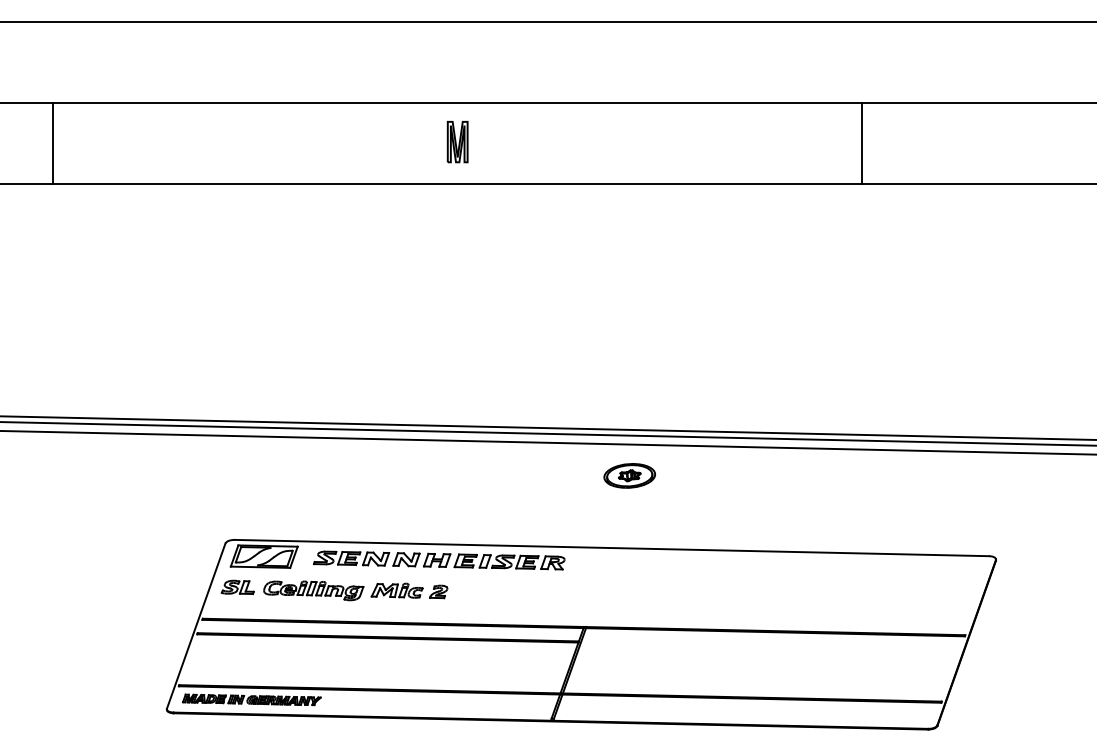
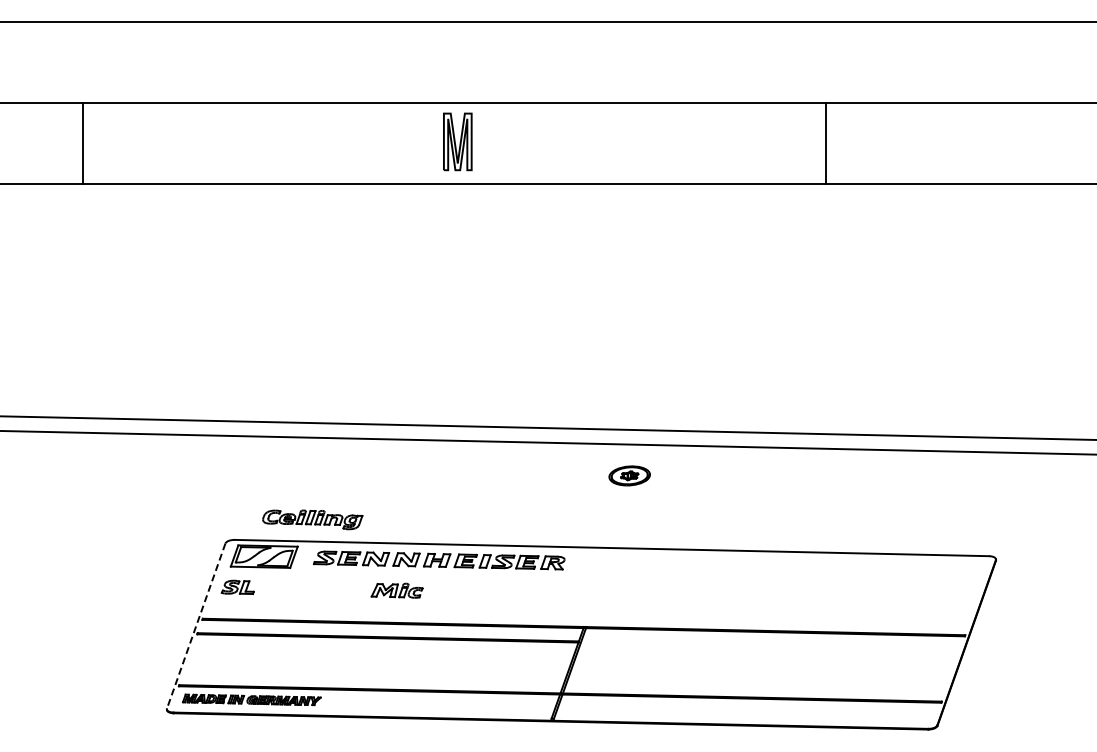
part at (457, 142) size: 23x43 px -> 30x60 px
line at (53, 143) position: (53, 143) -> (83, 143)
line at (862, 143) position: (862, 143) -> (826, 143)
line at (547, 433): present -> none
part at (629, 475) size: 53x26 px -> 43x22 px
part at (313, 590) position: (313, 590) -> (312, 519)
part at (438, 591): present -> none
line at (196, 626): solid -> dashed
